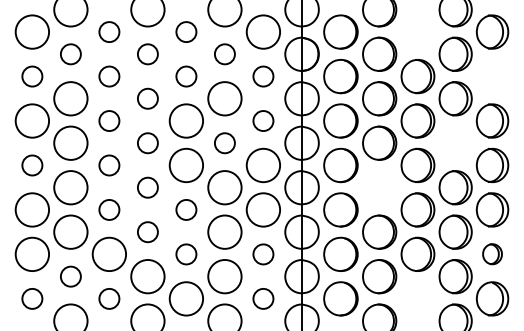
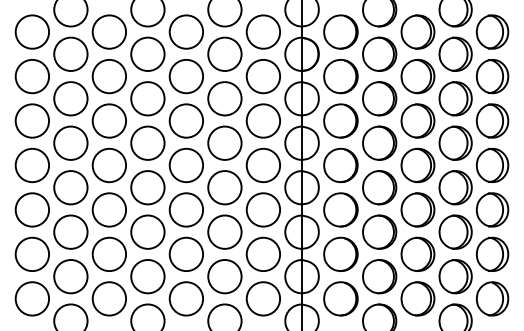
part at (417, 31): none -> present
circle at (109, 32) diameter: 20 px -> 33 px
circle at (186, 32) diameter: 20 px -> 33 px
circle at (70, 54) diameter: 20 px -> 33 px
circle at (147, 54) diameter: 20 px -> 33 px
circle at (224, 54) diameter: 20 px -> 33 px
circle at (32, 76) diameter: 20 px -> 33 px
circle at (109, 76) diameter: 20 px -> 33 px
circle at (186, 76) diameter: 20 px -> 33 px
circle at (263, 76) diameter: 20 px -> 33 px
part at (492, 76): none -> present
circle at (147, 98) diameter: 20 px -> 33 px
circle at (109, 121) diameter: 20 px -> 33 px
circle at (263, 121) diameter: 20 px -> 33 px
part at (455, 142): none -> present
circle at (147, 143) diameter: 20 px -> 33 px
circle at (224, 143) diameter: 20 px -> 33 px
circle at (32, 165) diameter: 20 px -> 33 px
circle at (109, 165) diameter: 20 px -> 33 px
circle at (147, 187) diameter: 20 px -> 33 px
part at (379, 187): none -> present
circle at (109, 209) diameter: 20 px -> 33 px
circle at (186, 209) diameter: 20 px -> 33 px
circle at (147, 232) diameter: 20 px -> 33 px
circle at (186, 254) diameter: 20 px -> 33 px
circle at (263, 254) diameter: 20 px -> 33 px
part at (492, 254) size: 21x23 px -> 35x36 px
circle at (70, 276) diameter: 20 px -> 33 px
circle at (32, 298) diameter: 20 px -> 33 px
circle at (109, 298) diameter: 20 px -> 33 px
circle at (263, 298) diameter: 20 px -> 33 px
part at (417, 298): none -> present
